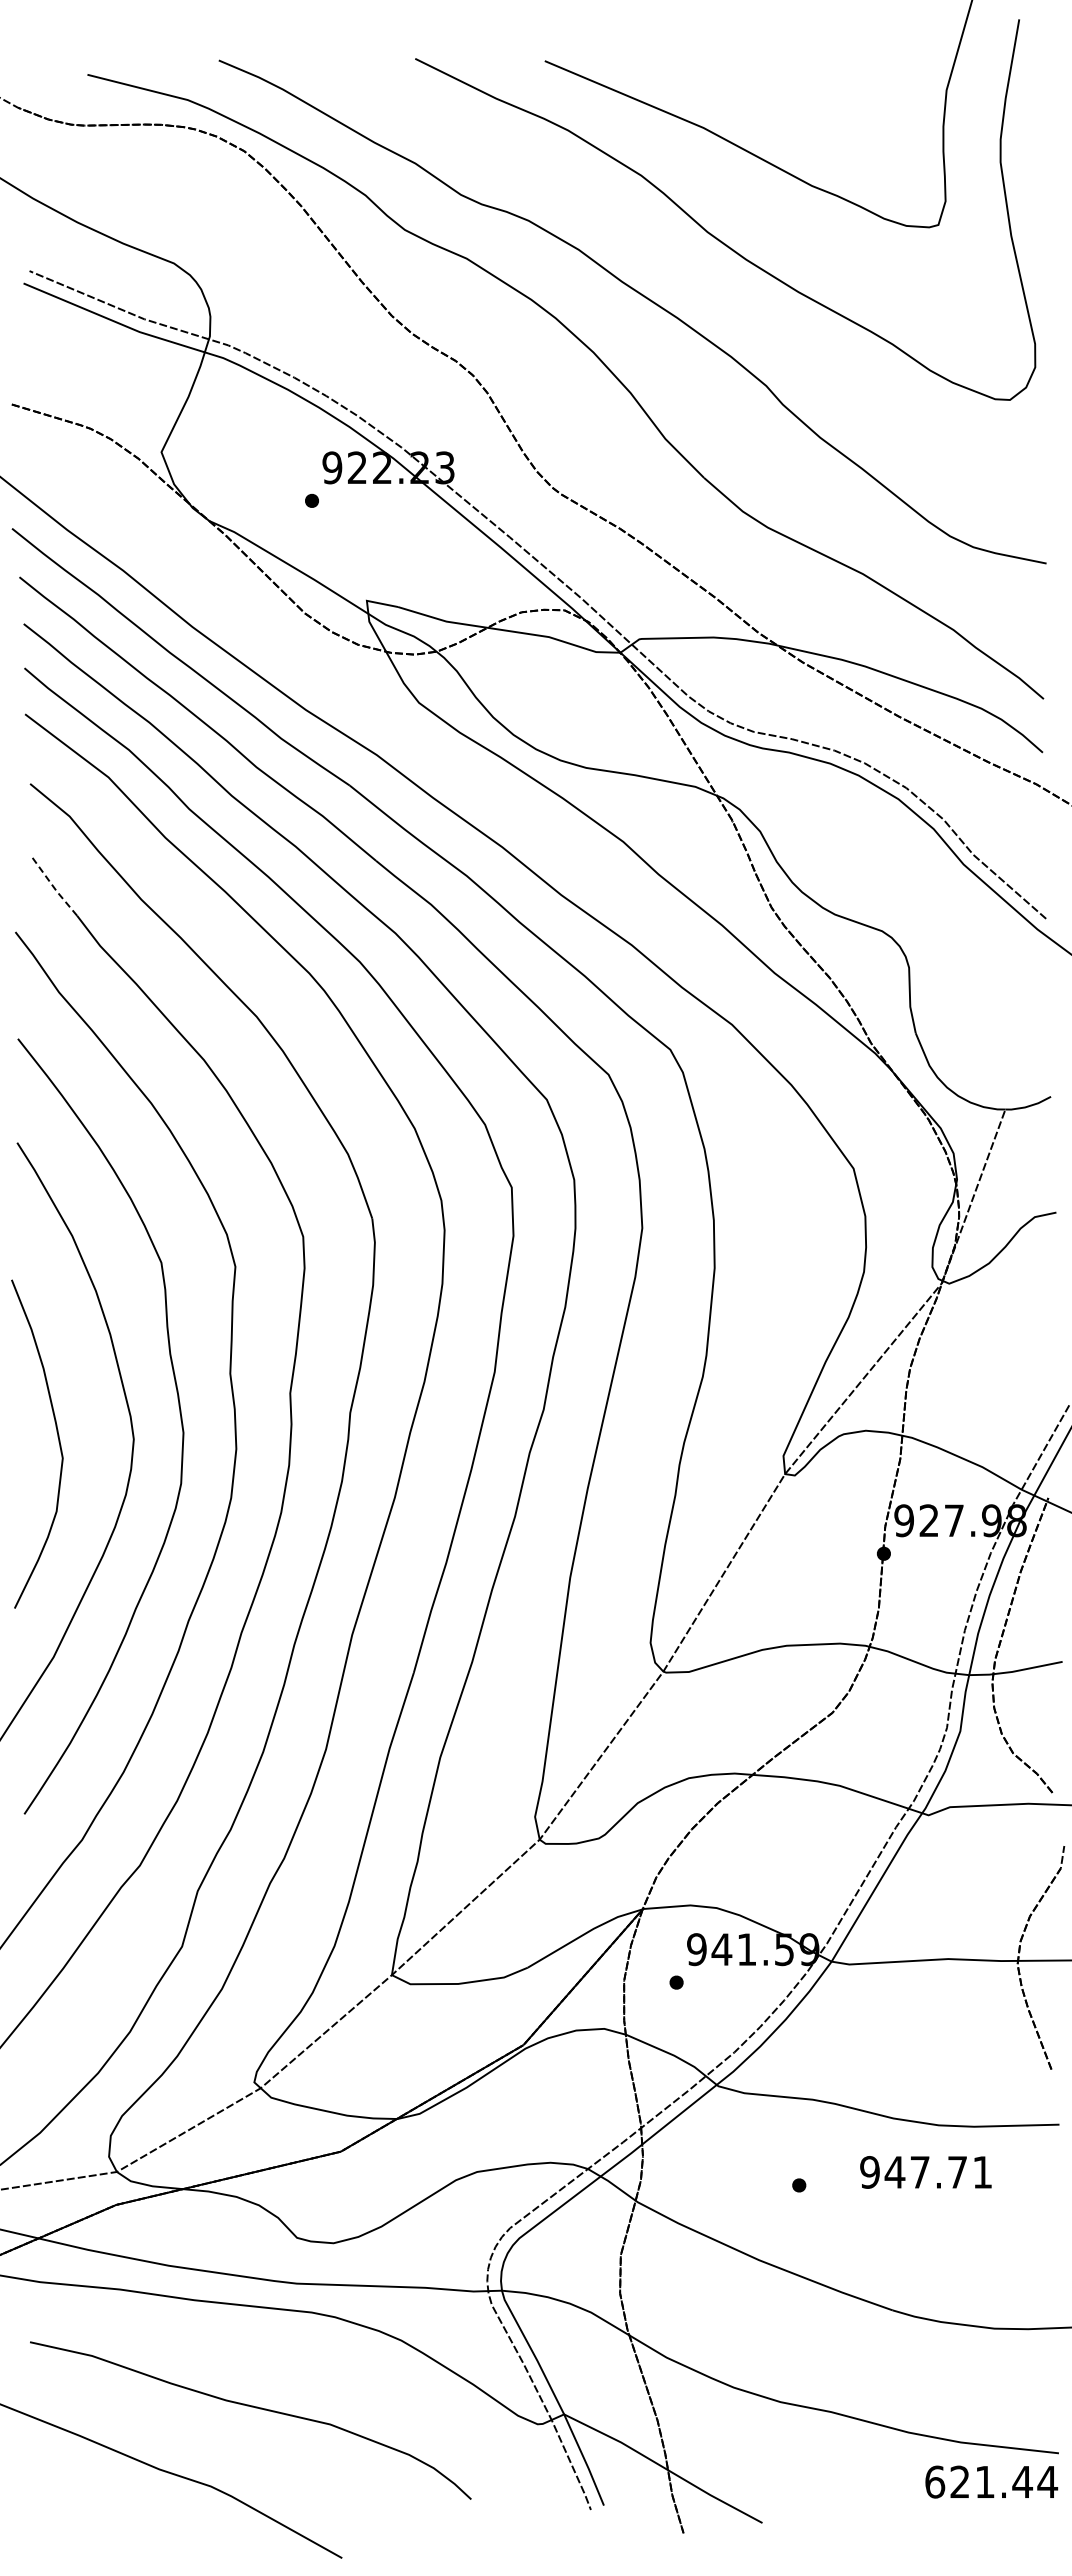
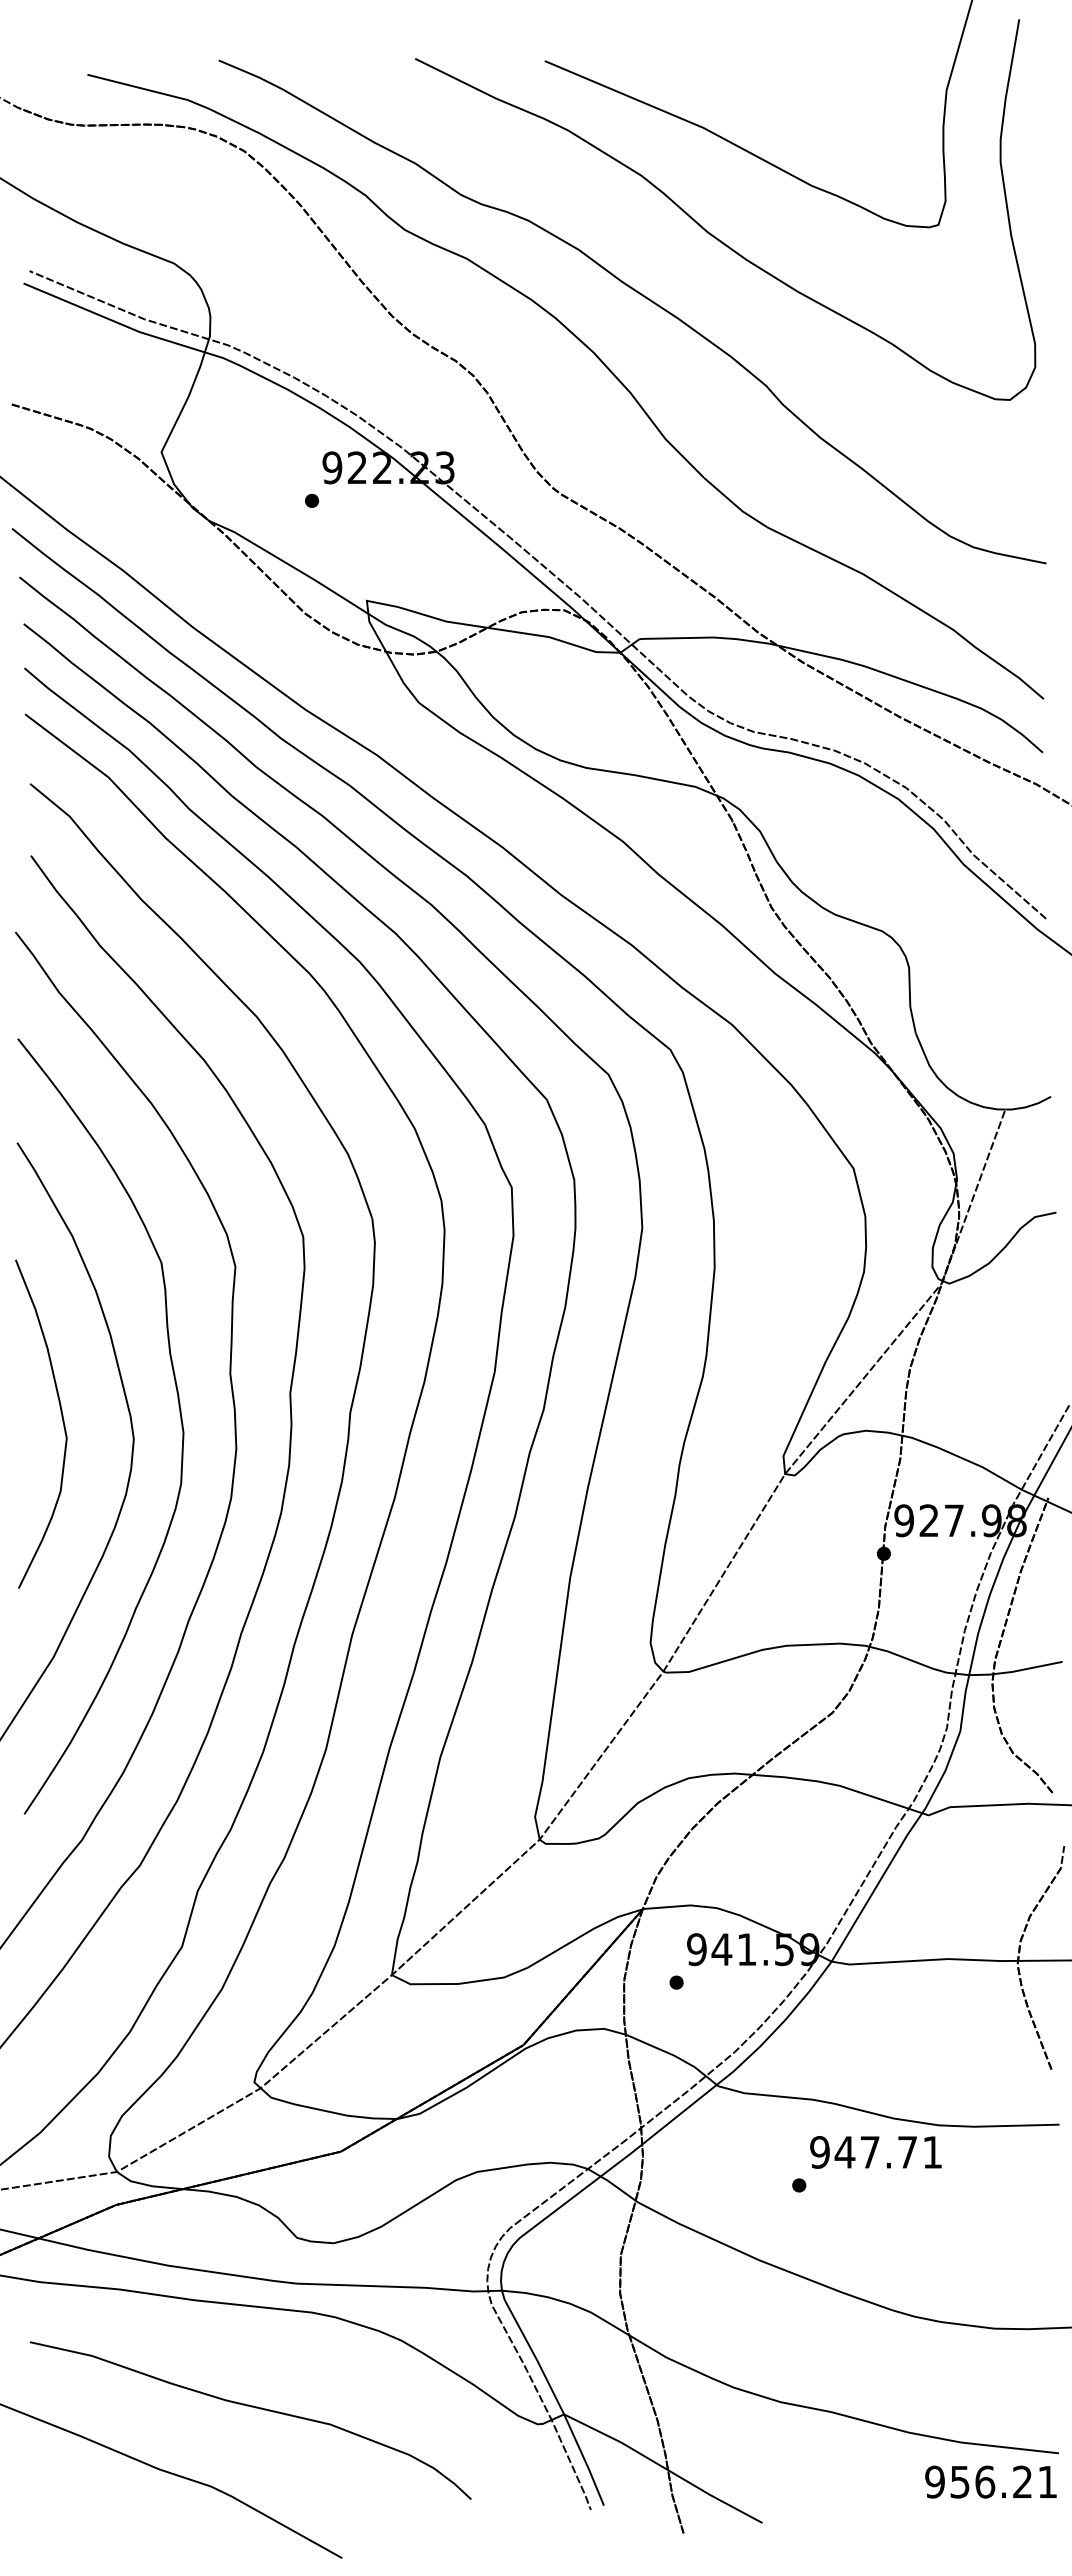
line at (53, 886): dashed -> solid
curve at (57, 1437) position: (57, 1437) -> (61, 1417)
text at (925, 2172) position: (925, 2172) -> (875, 2152)
text at (991, 2481): 621.44 -> 956.21
